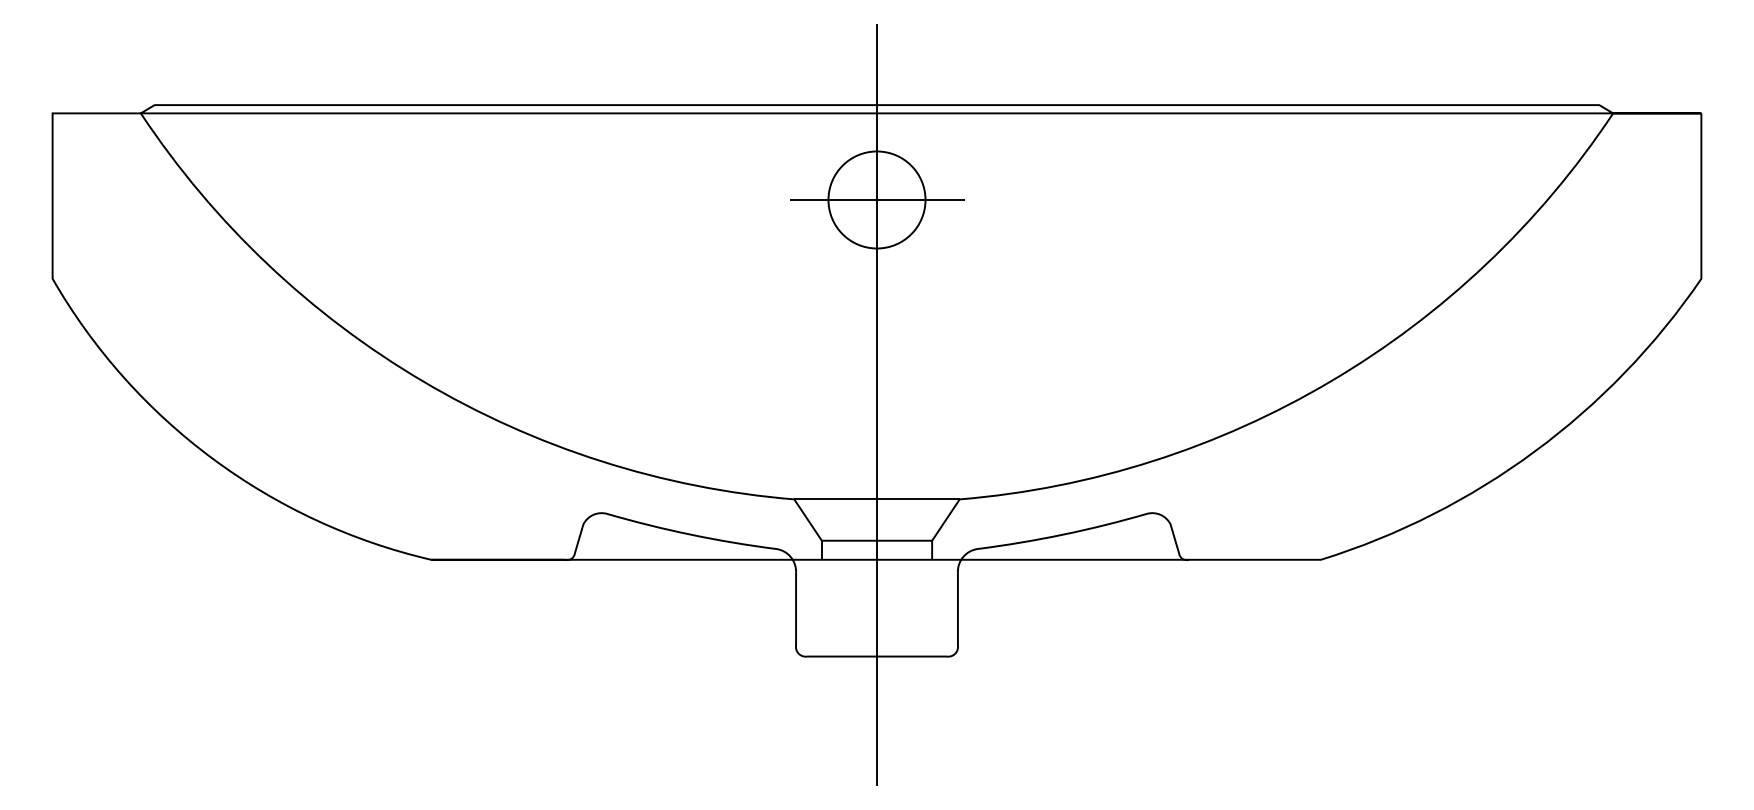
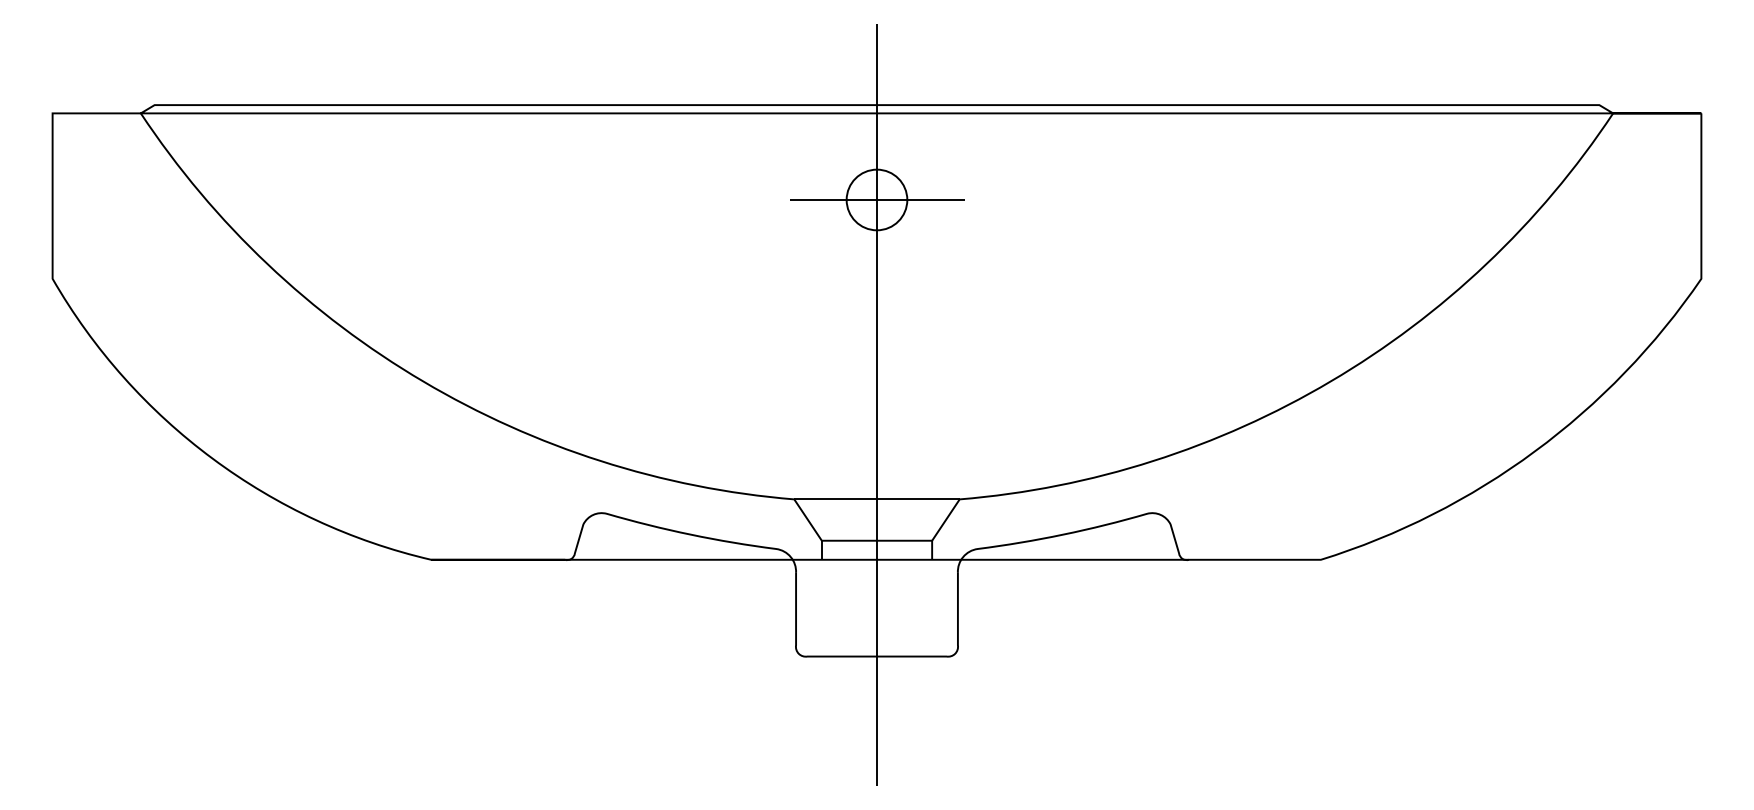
circle at (876, 199) diameter: 97 px -> 61 px
